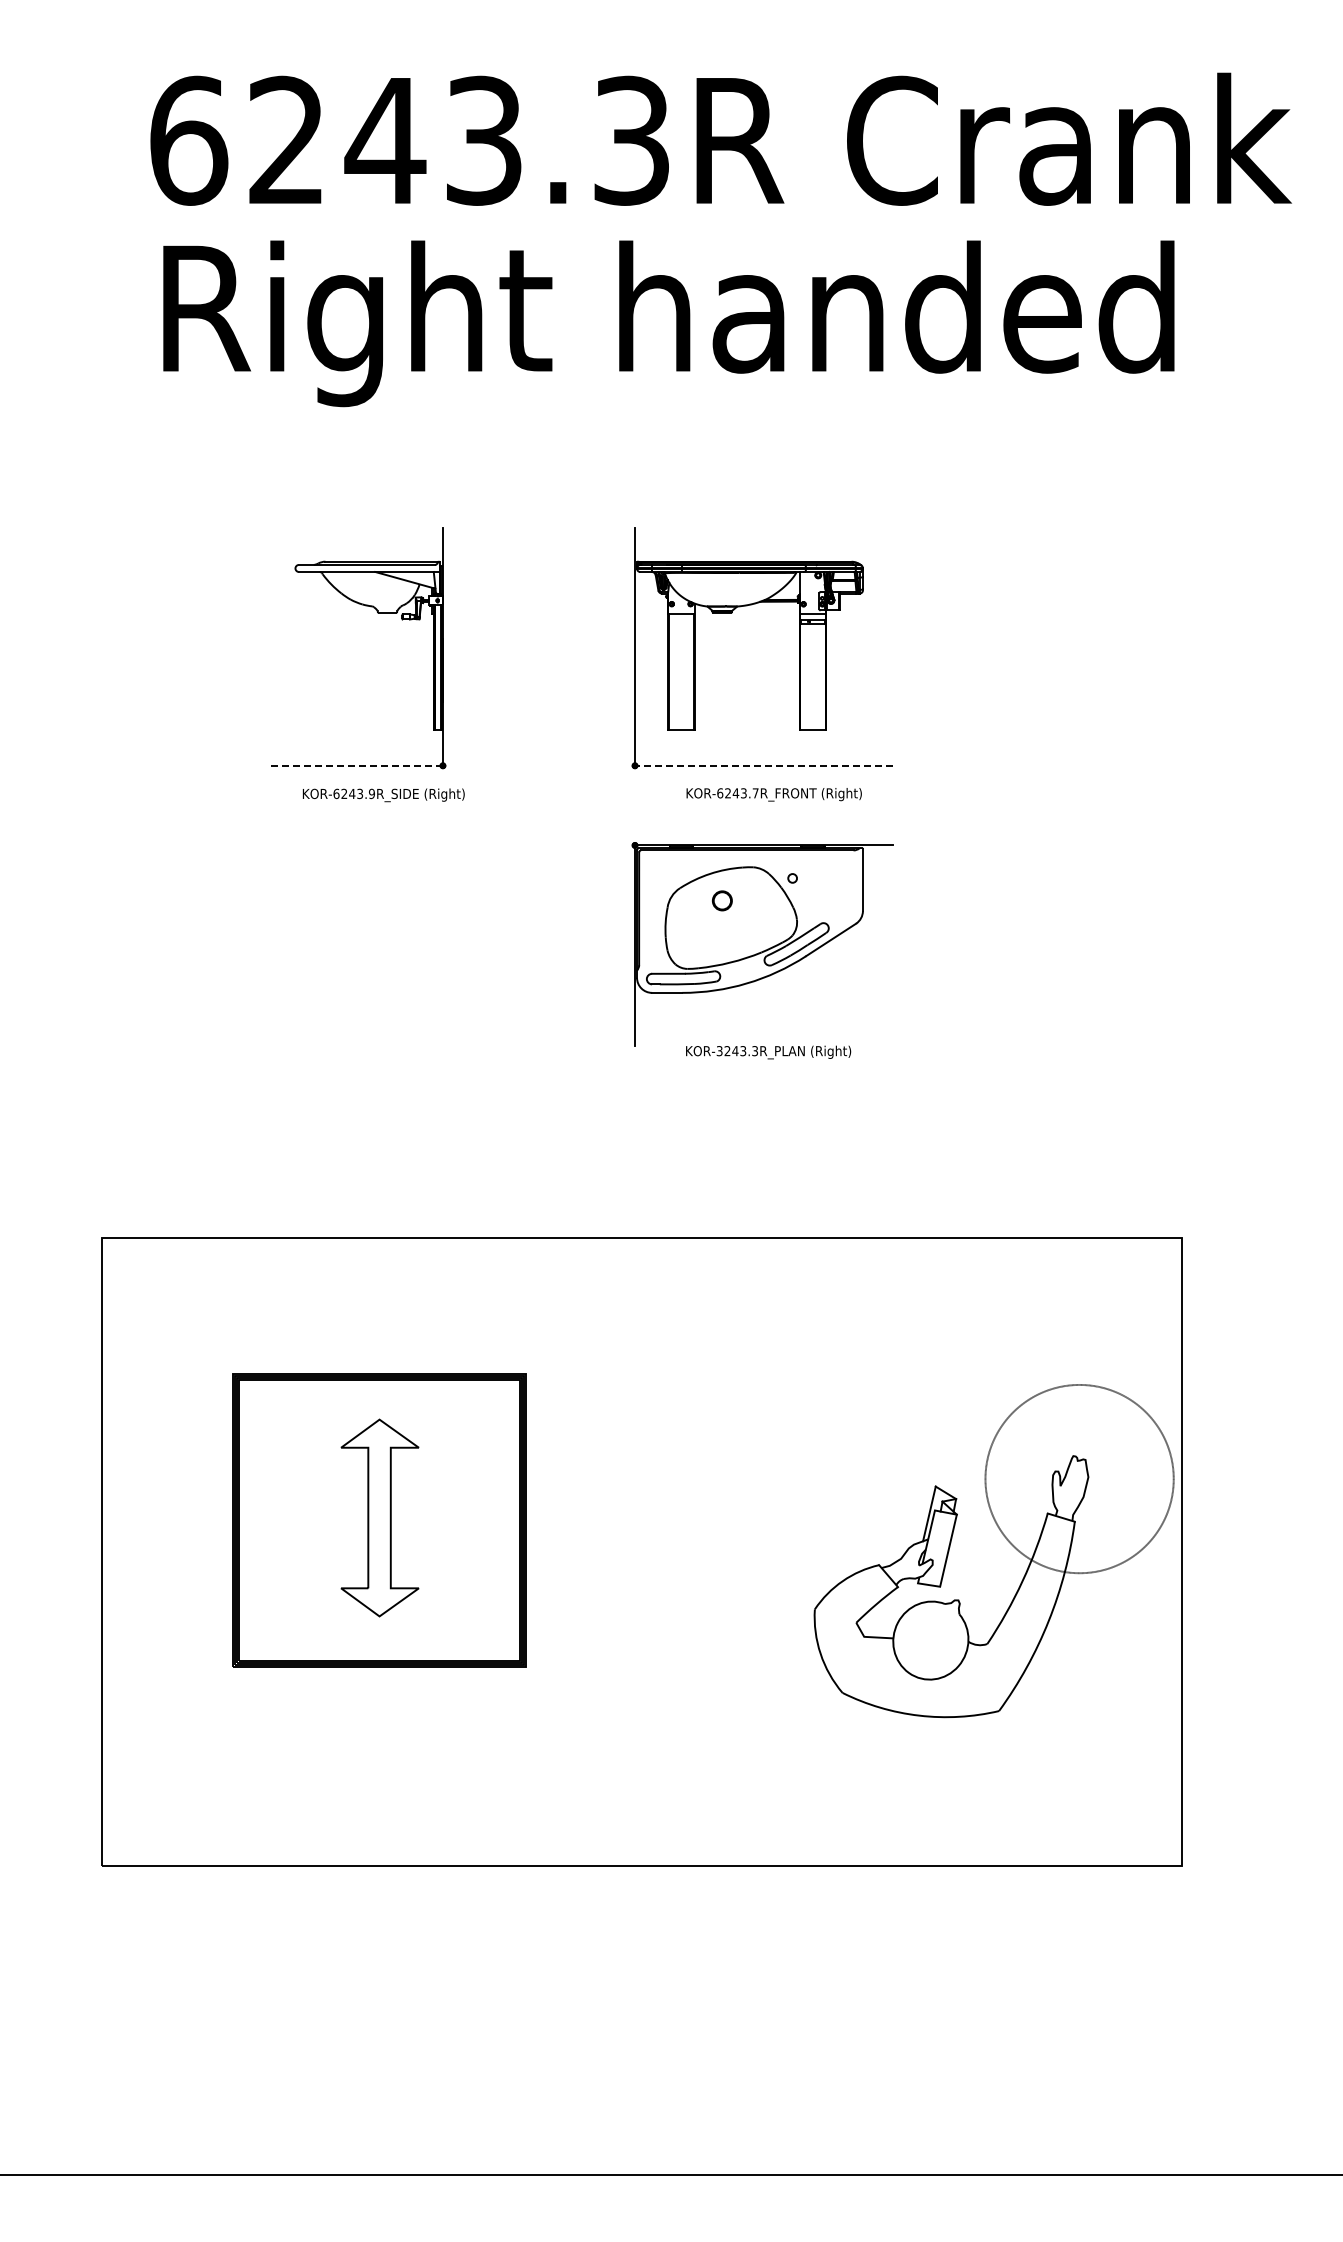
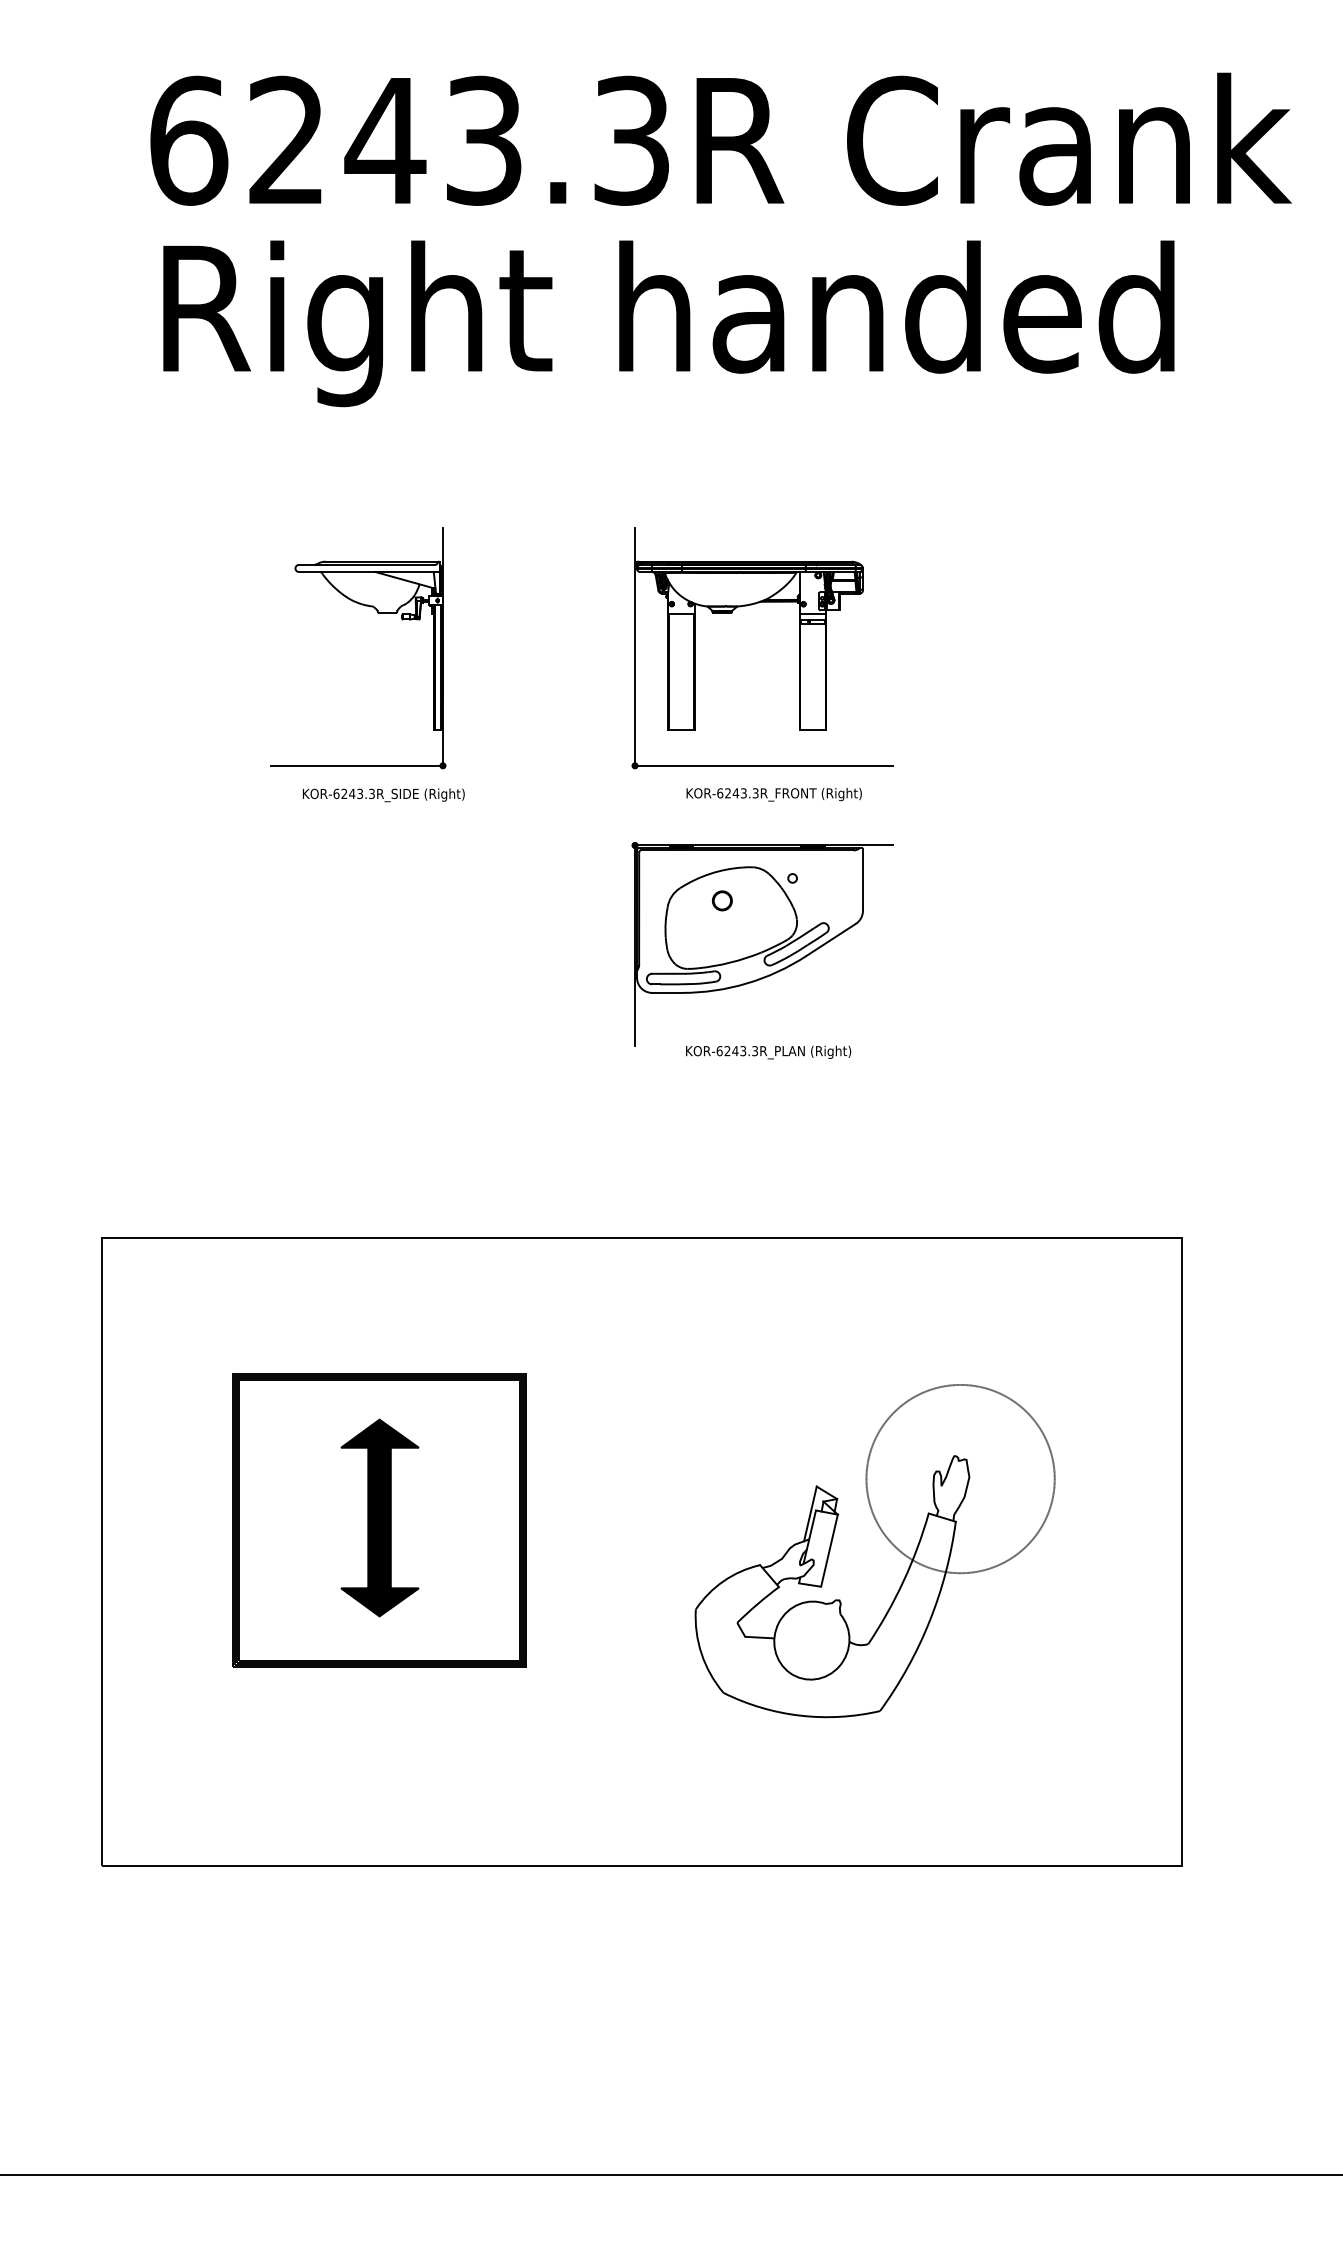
line at (356, 765): dashed -> solid
line at (763, 765): dashed -> solid
text at (371, 793): KOR-6243.9R_SIDE -> KOR-6243.3R_SIDE
text at (755, 793): KOR-6243.7R_FRONT -> KOR-6243.3R_FRONT
text at (719, 1051): KOR-3243.3R_PLAN -> KOR-6243.3R_PLAN
fill at (379, 1517): none -> present
part at (1008, 1542) position: (1008, 1542) -> (889, 1542)
